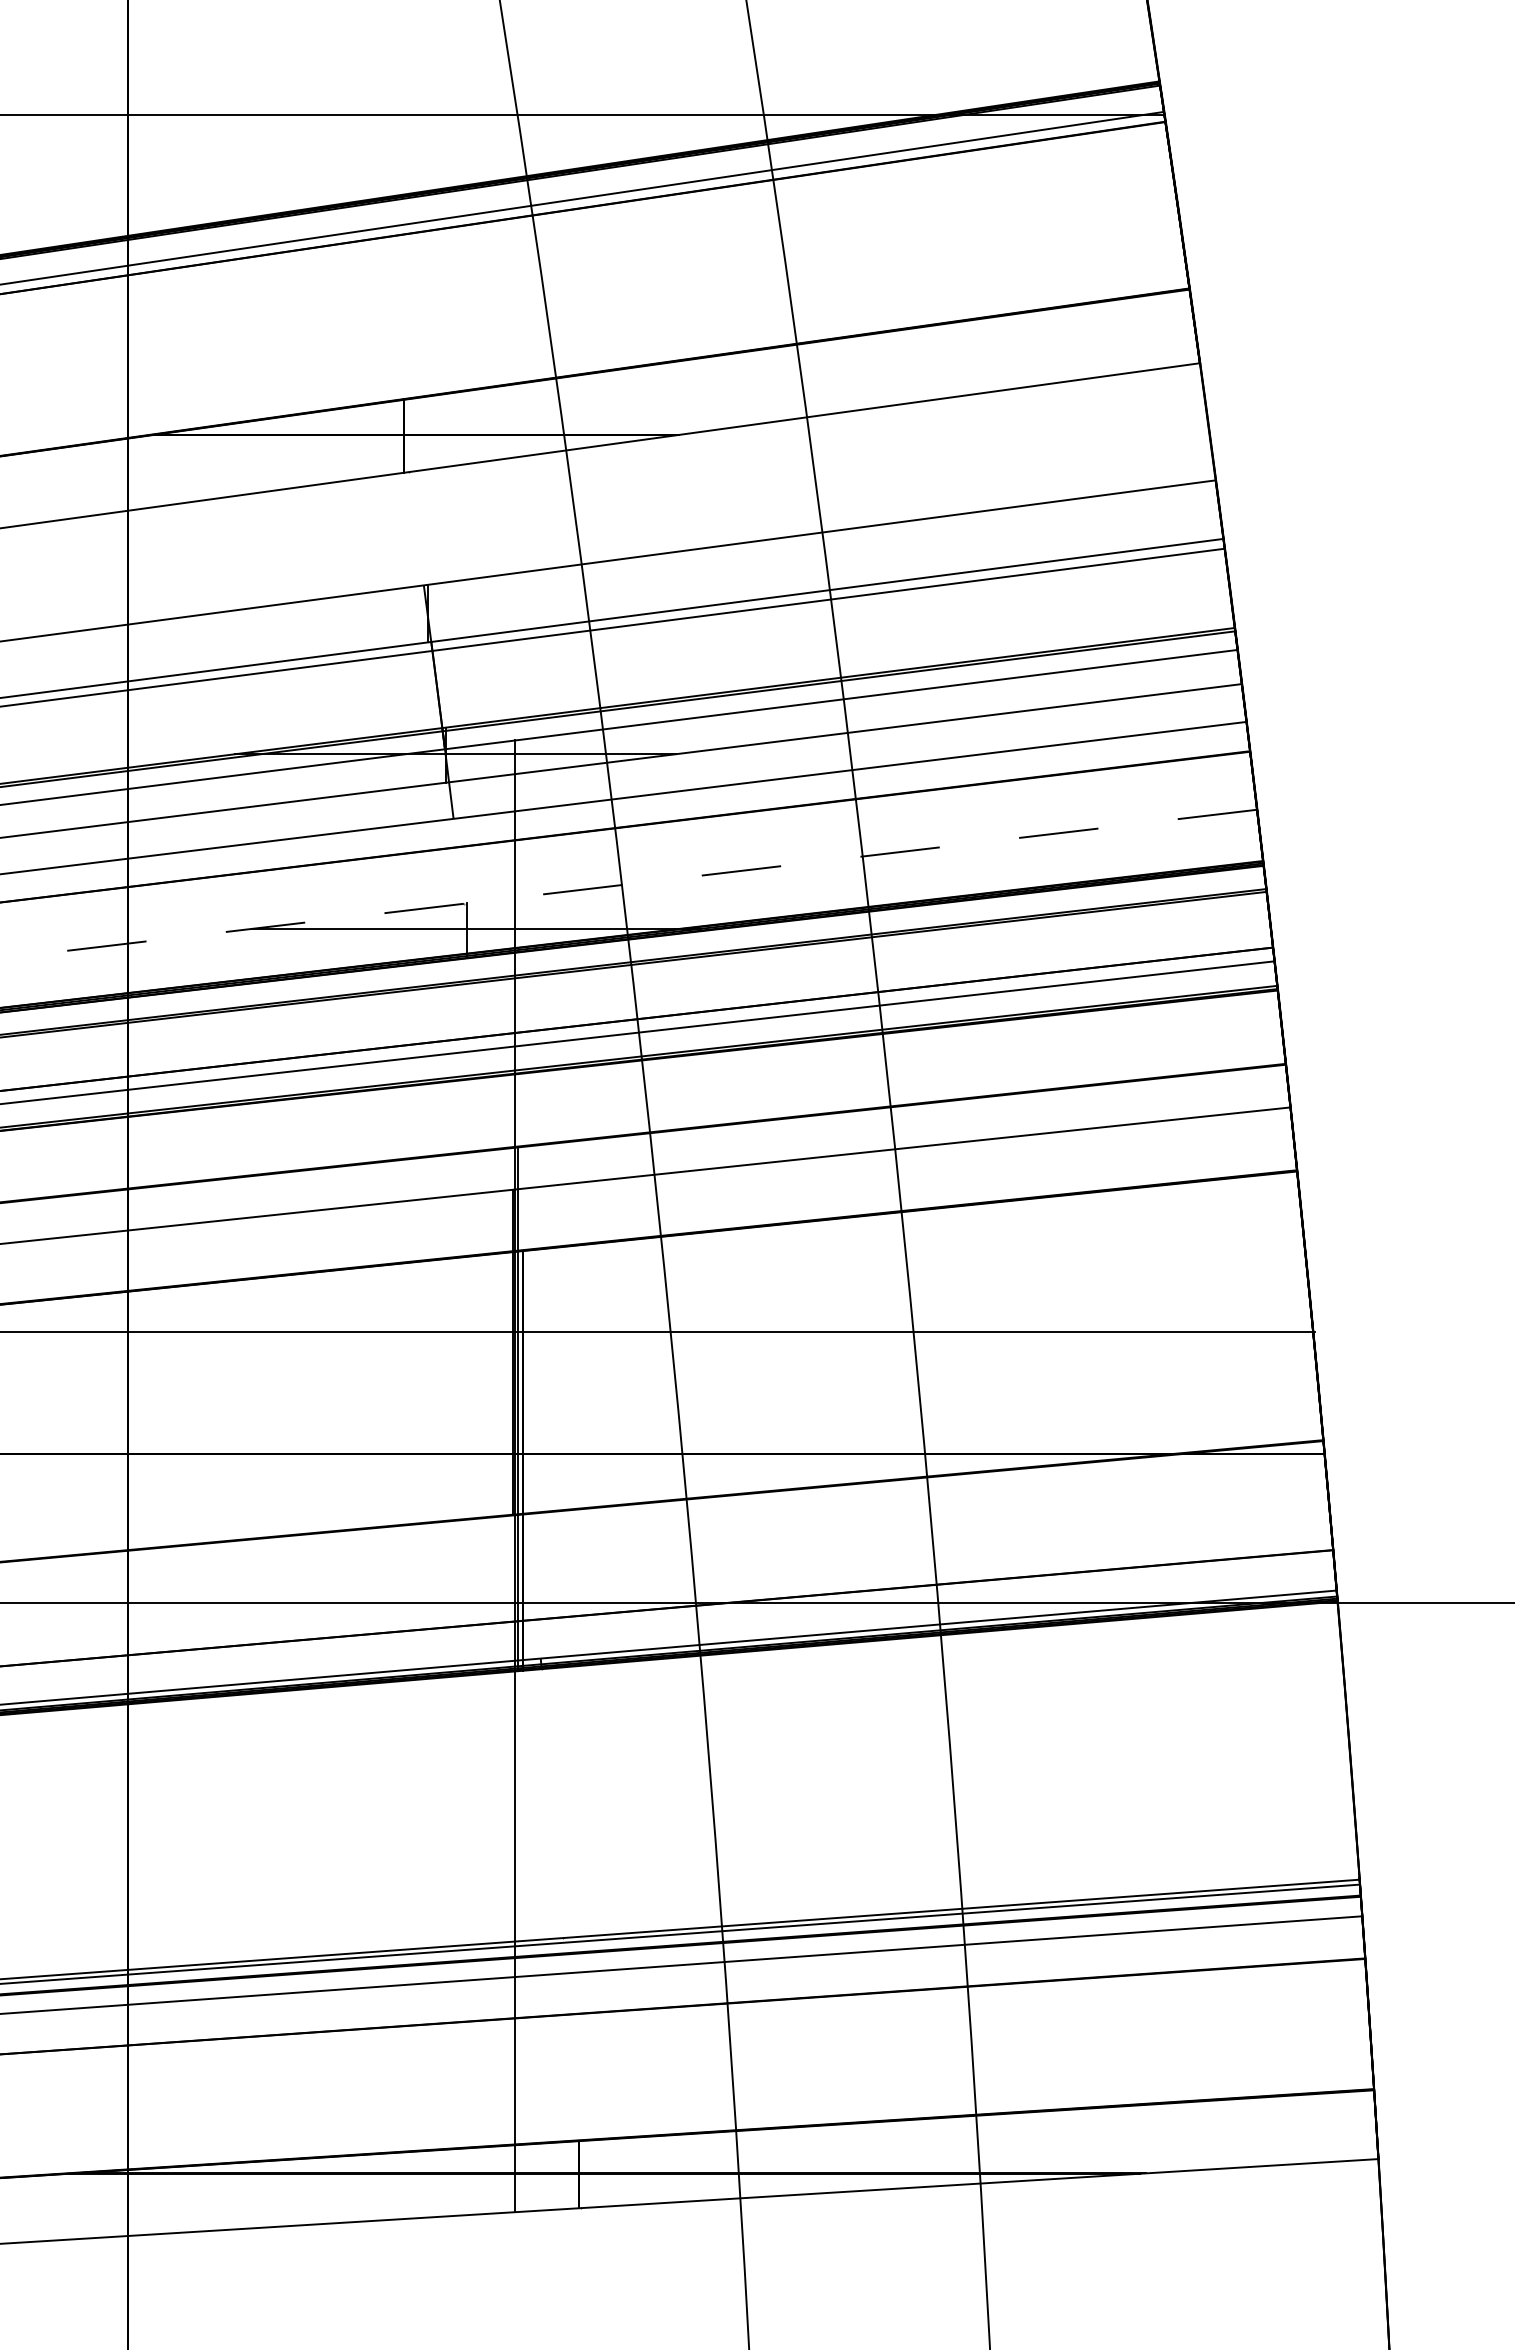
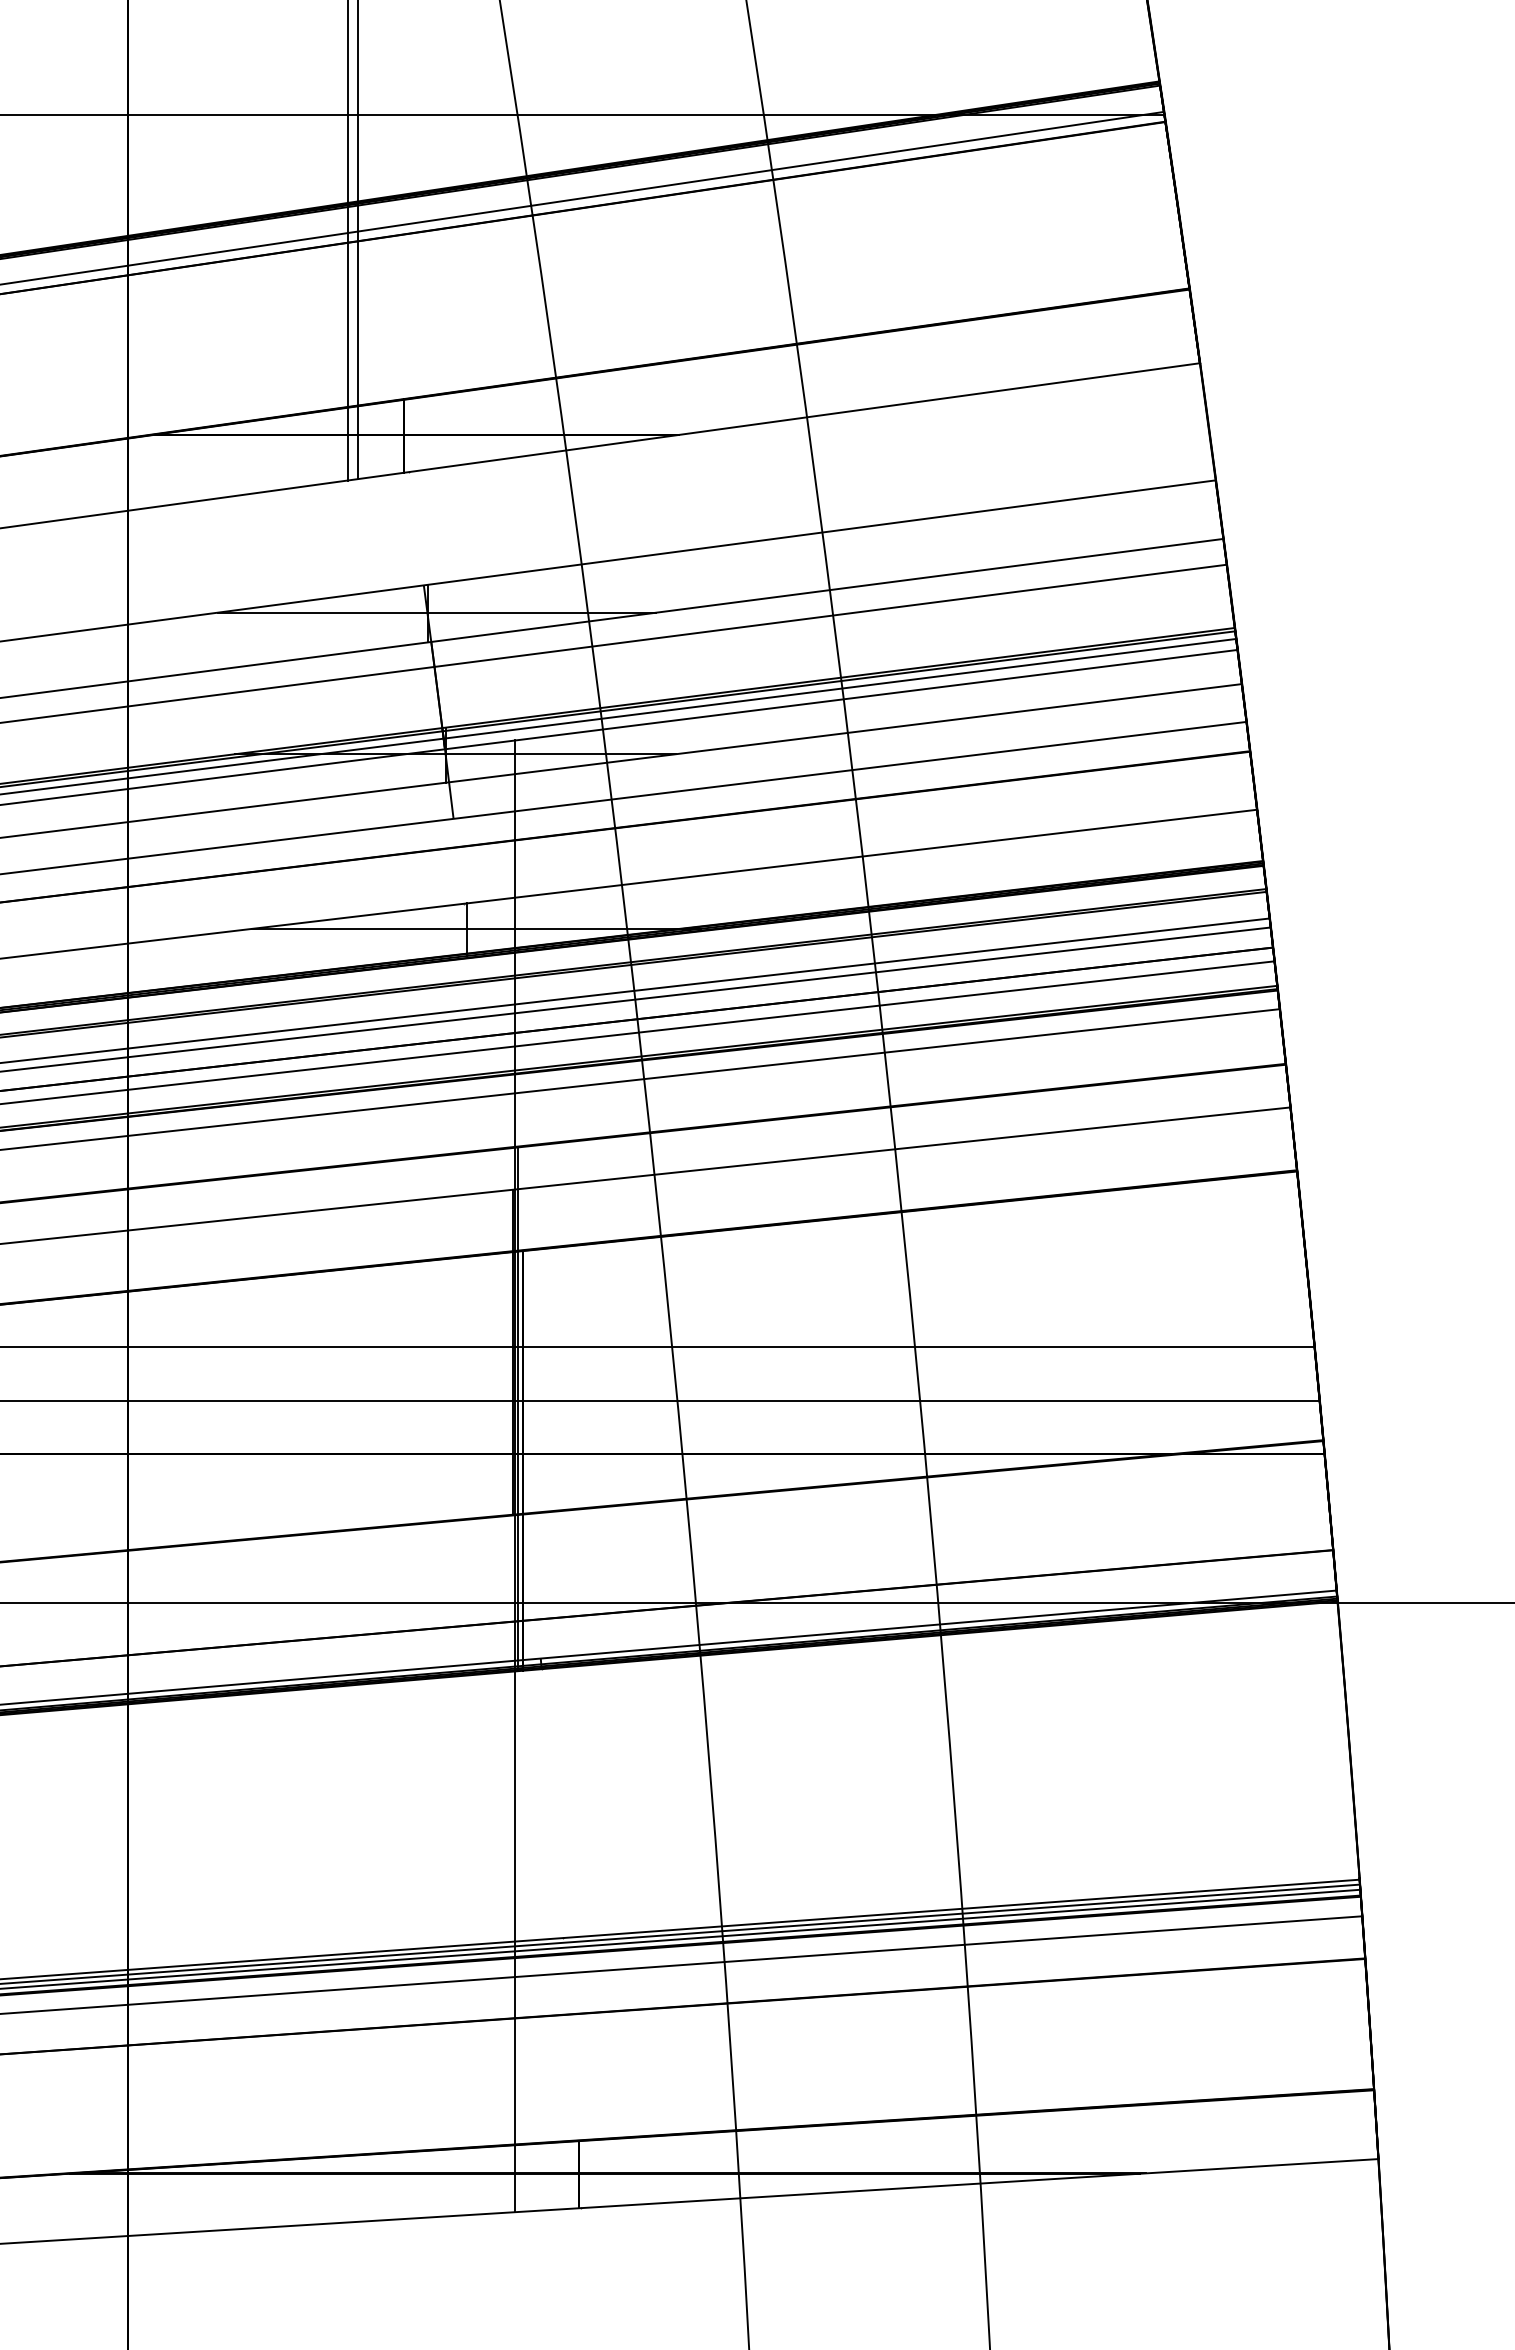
line at (357, 240): none -> present
line at (347, 241): none -> present
line at (436, 612): none -> present
line at (613, 627) position: (613, 627) -> (614, 643)
line at (619, 716): none -> present
line at (628, 884): dashed -> solid
line at (635, 990): none -> present
line at (636, 999): none -> present
line at (640, 1079): none -> present
line at (658, 1331) position: (658, 1331) -> (658, 1346)
line at (660, 1400): none -> present
line at (681, 1938): none -> present
